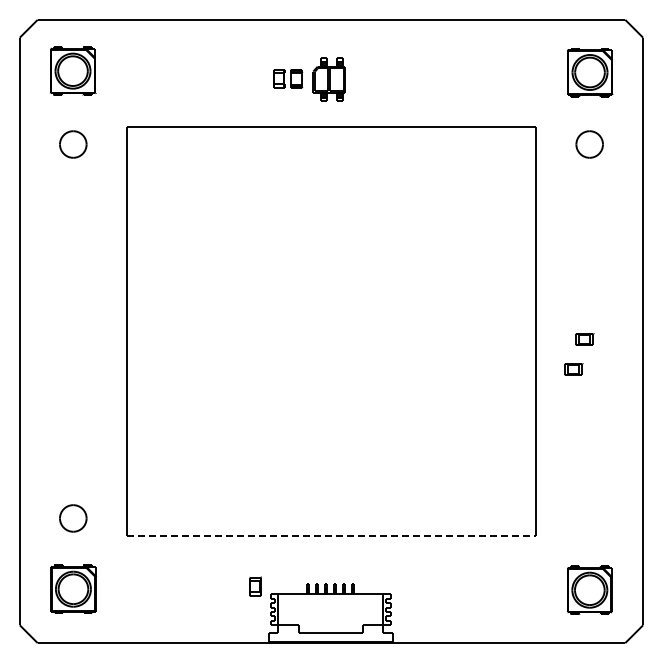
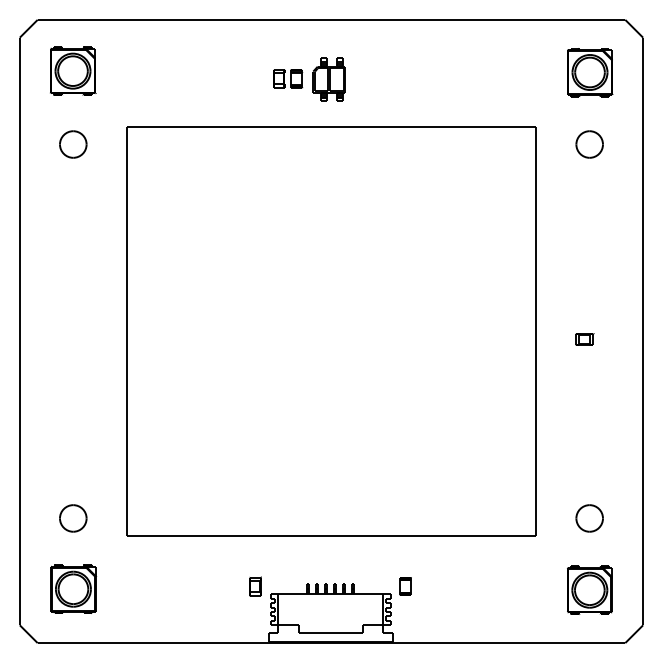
part at (573, 369): present -> none
part at (589, 518): none -> present
line at (331, 536): dashed -> solid
part at (405, 586): none -> present
